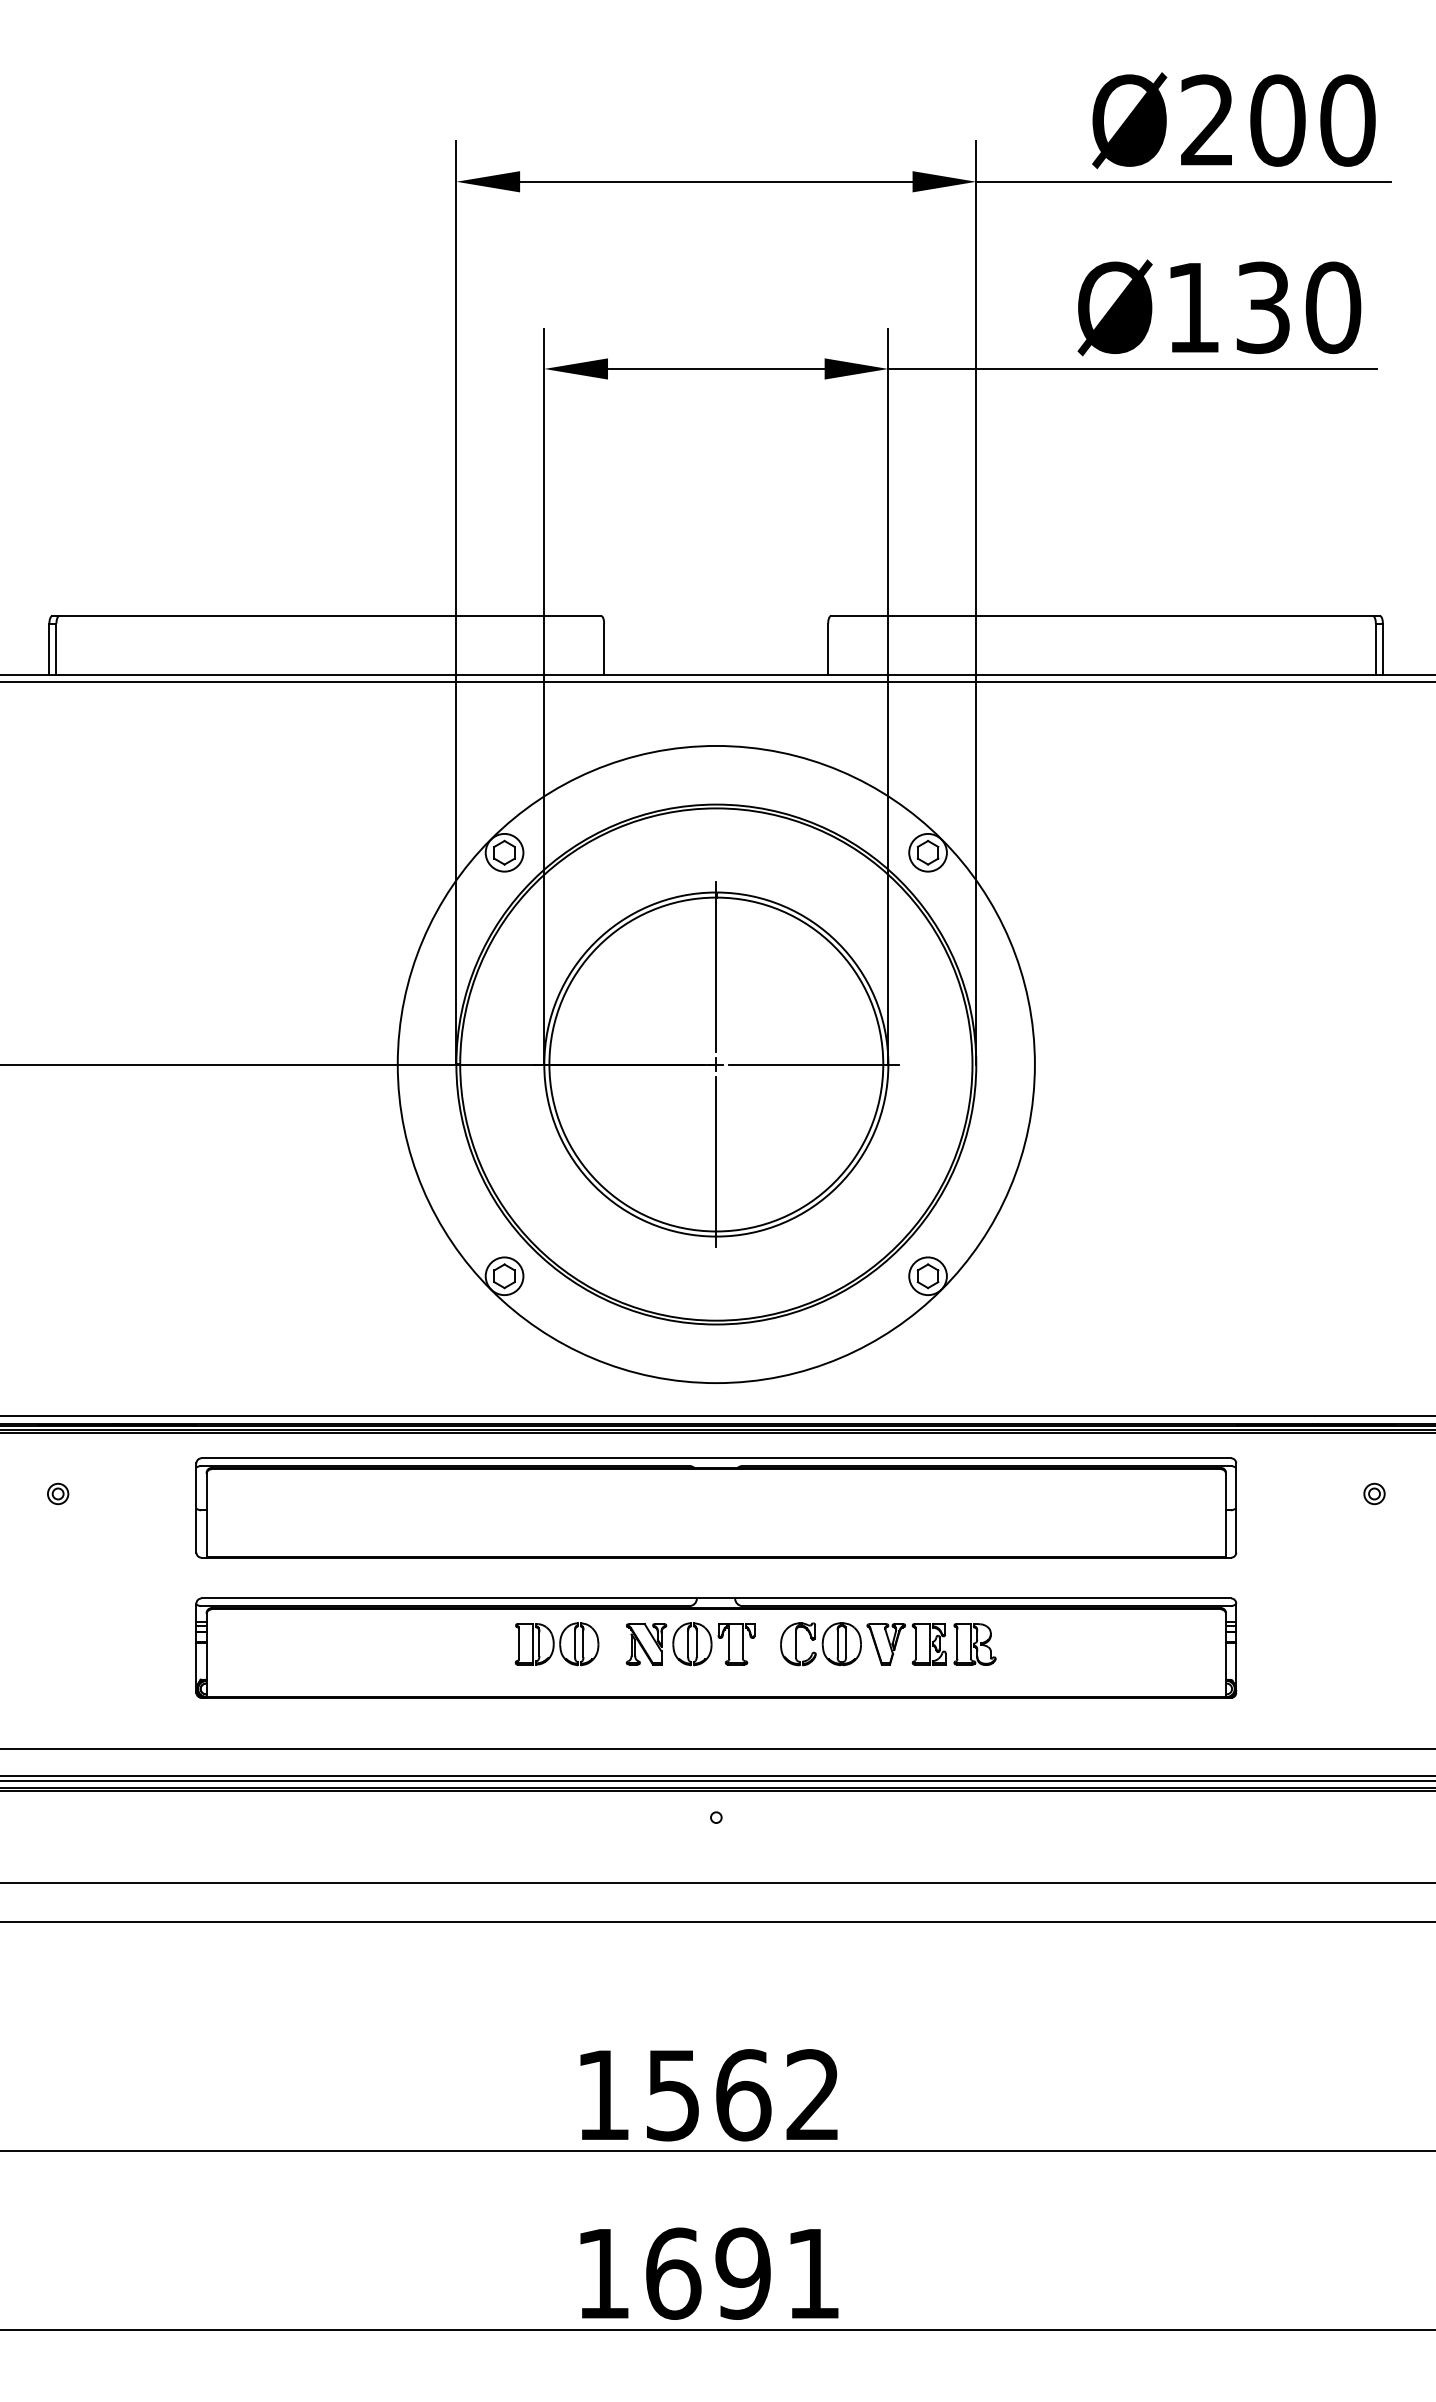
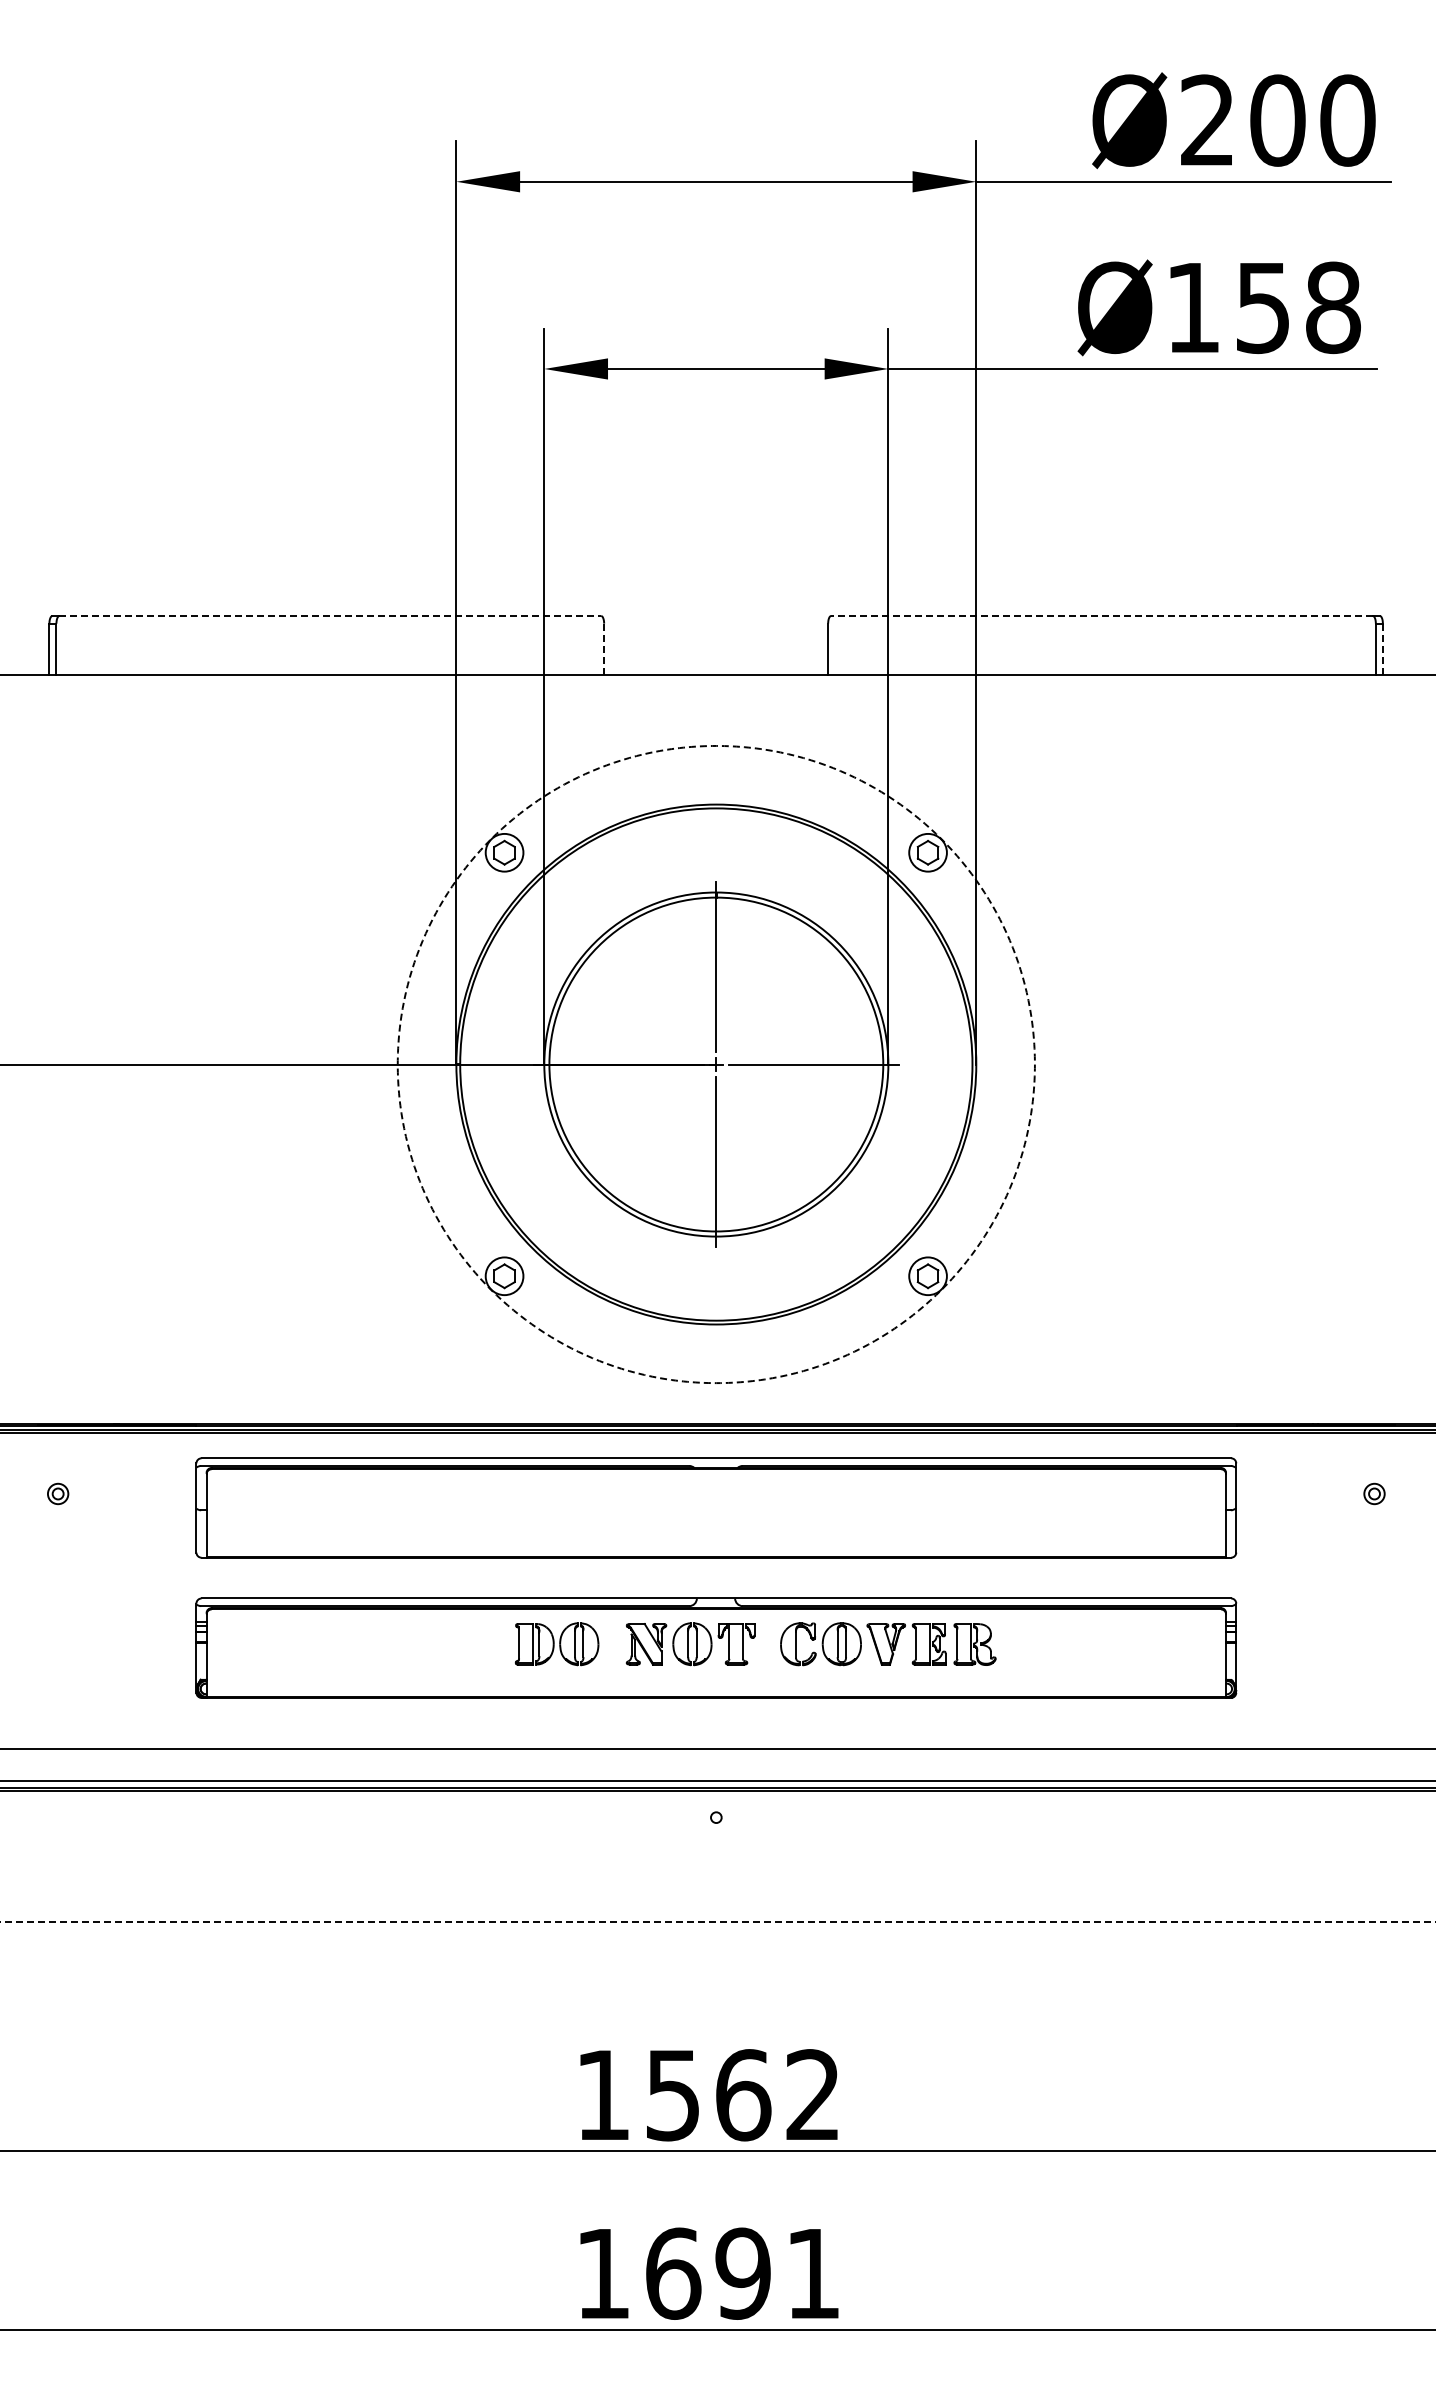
text at (1298, 307): Ø130 -> Ø158
line at (330, 616): solid -> dashed
line at (1102, 616): solid -> dashed
line at (1382, 648): solid -> dashed
line at (604, 649): solid -> dashed
line at (717, 682): present -> none
circle at (715, 1064): solid -> dashed
line at (717, 1416): present -> none
line at (717, 1775): present -> none
line at (717, 1882): present -> none
line at (718, 1922): solid -> dashed
